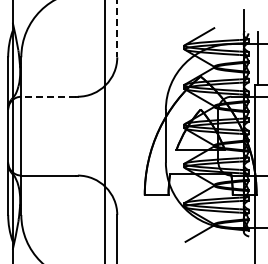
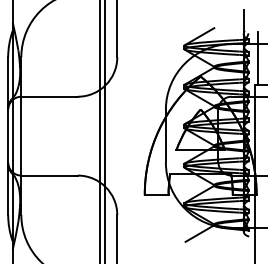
line at (117, 29): dashed -> solid
line at (48, 96): dashed -> solid
line at (99, 131): none -> present
